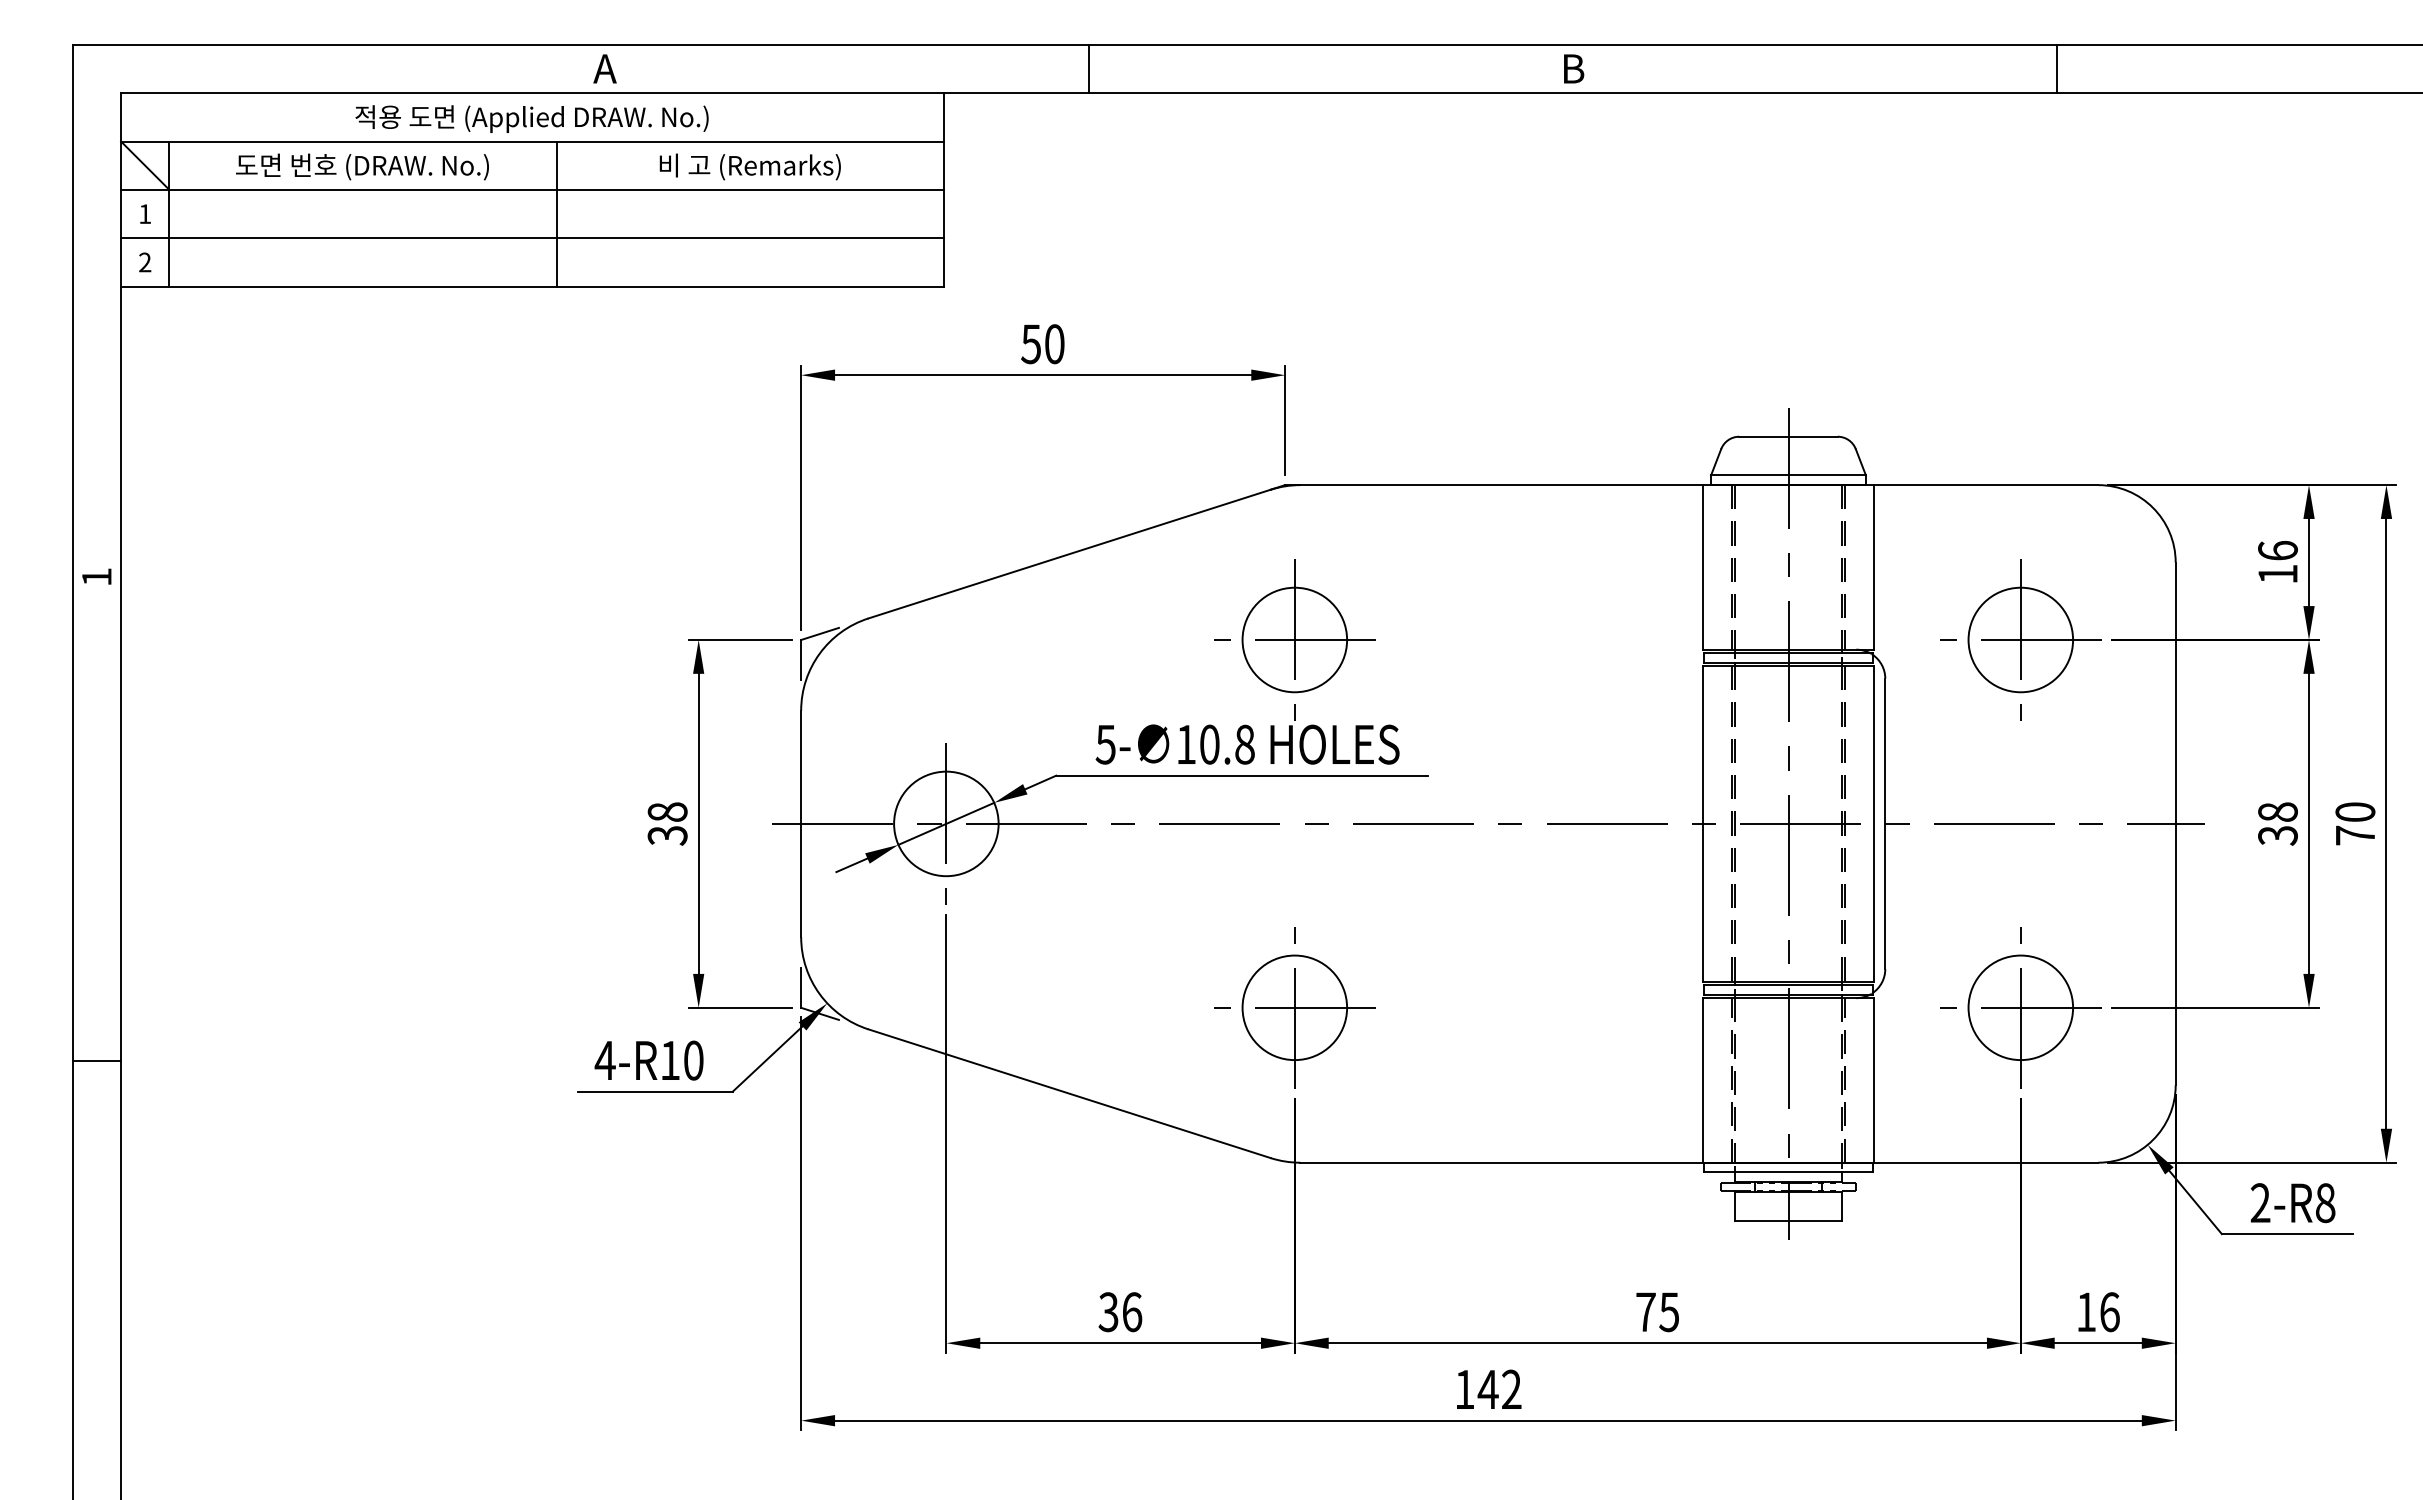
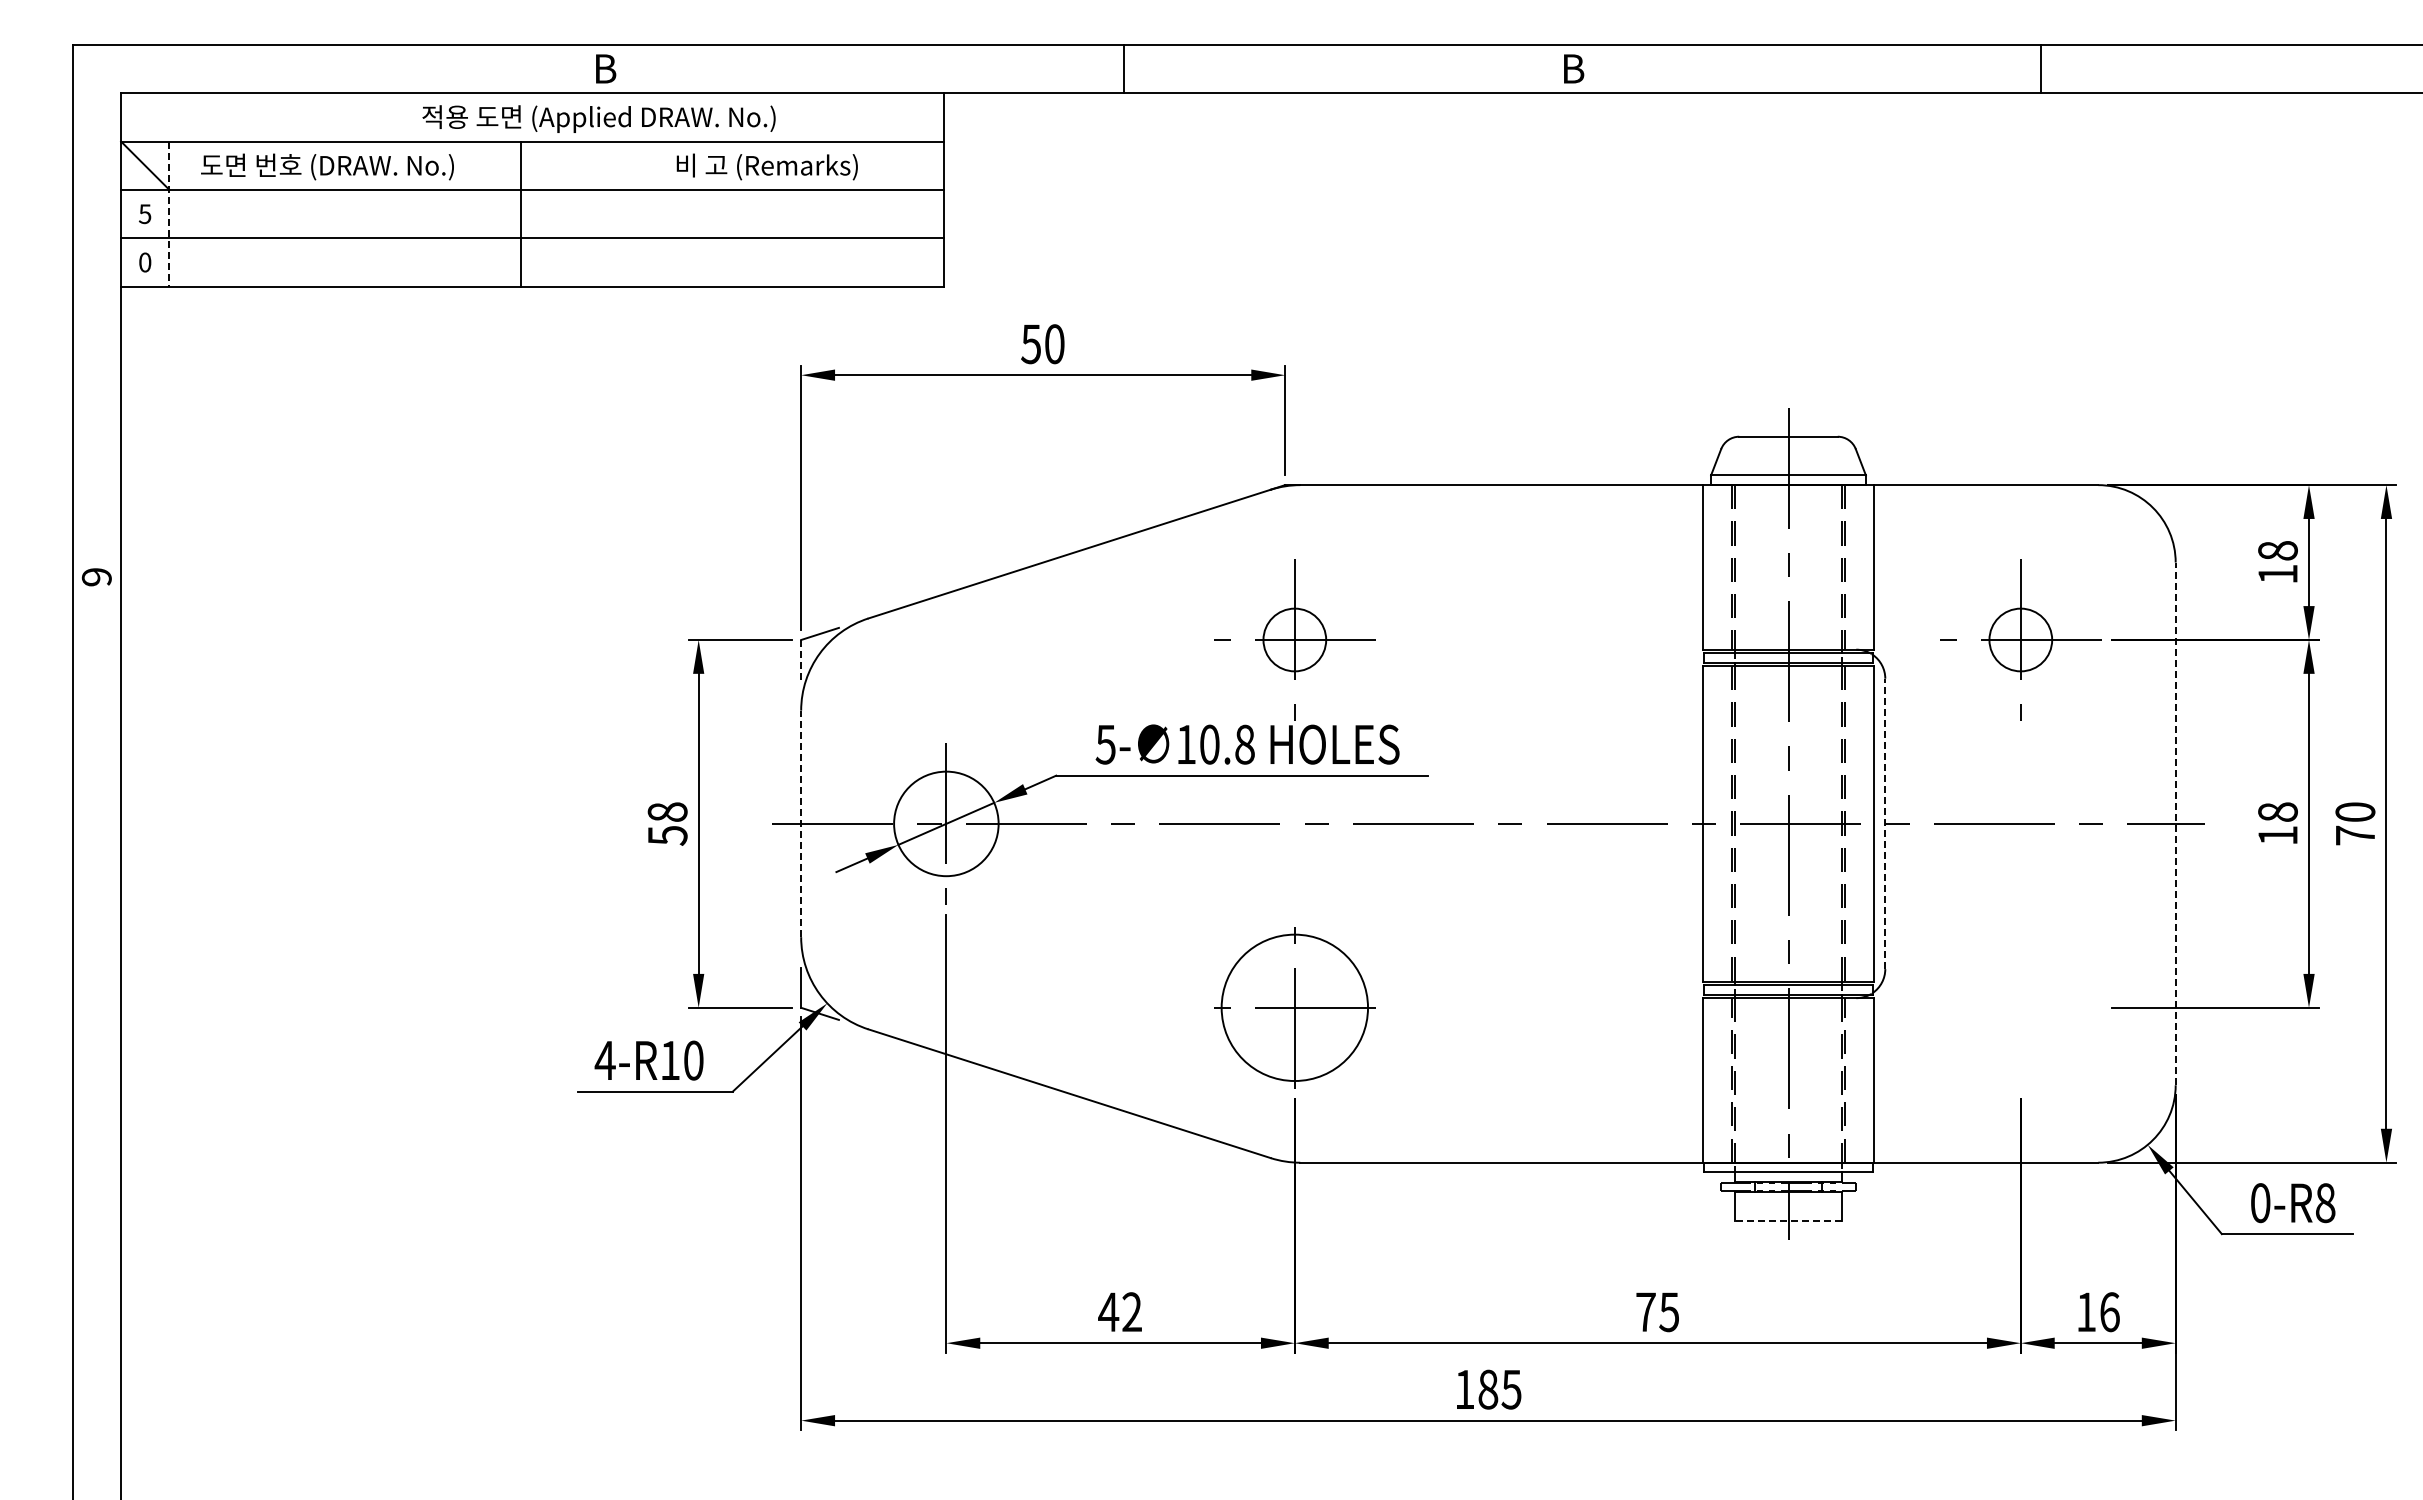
text at (604, 68): A -> B
line at (1089, 68) position: (1089, 68) -> (1124, 68)
line at (2057, 68) position: (2057, 68) -> (2041, 68)
text at (531, 118) position: (531, 118) -> (598, 118)
text at (362, 166) position: (362, 166) -> (327, 166)
text at (749, 166) position: (749, 166) -> (766, 166)
line at (556, 213) position: (556, 213) -> (520, 213)
text at (144, 214): 1 -> 5
line at (169, 214): solid -> dashed
text at (145, 262): 2 -> 0
text at (2277, 550): 16 -> 18
text at (96, 577): 1 -> 9
circle at (1294, 639) diameter: 105 px -> 63 px
circle at (2020, 639) diameter: 105 px -> 63 px
line at (801, 659): solid -> dashed
line at (801, 823): solid -> dashed
line at (1885, 823): solid -> dashed
line at (2175, 823): solid -> dashed
text at (667, 835): 38 -> 58
text at (2277, 835): 38 -> 18
circle at (1294, 1007) diameter: 105 px -> 146 px
part at (2020, 1007): present -> none
line at (96, 1061): present -> none
text at (2260, 1203): 2-R8 -> 0-R8
line at (1788, 1220): solid -> dashed
text at (1120, 1312): 36 -> 42
text at (1499, 1389): 142 -> 185
